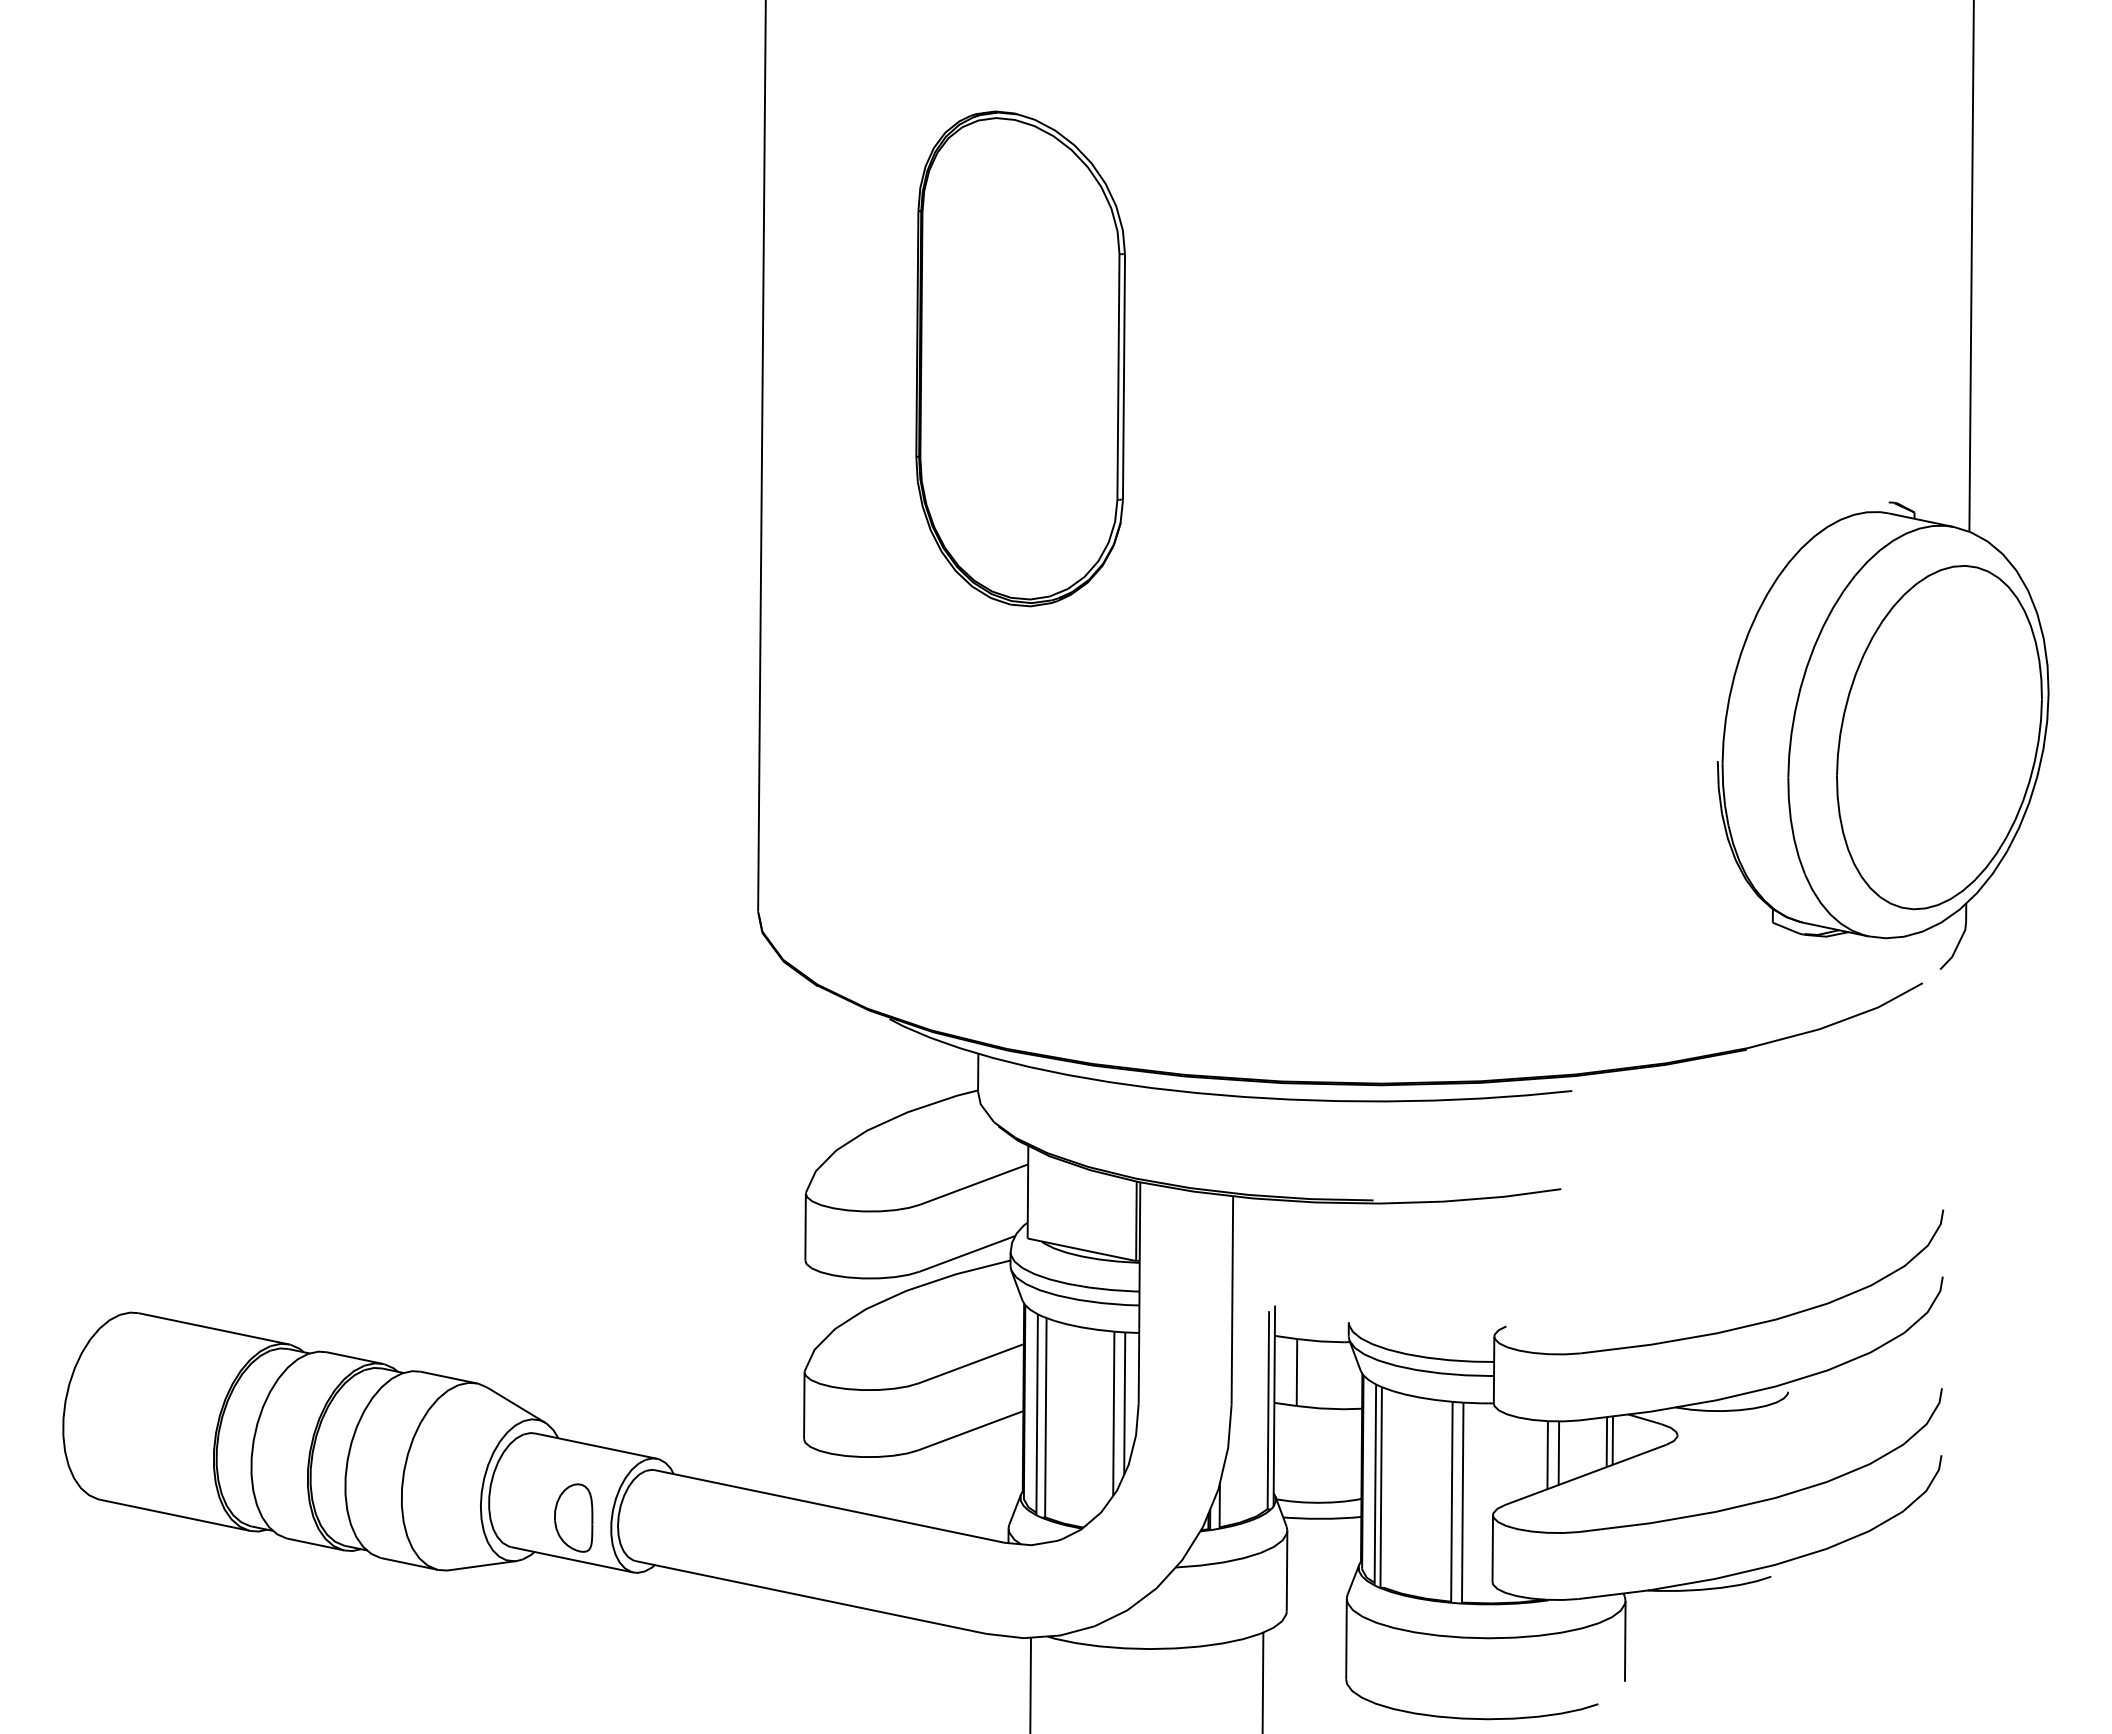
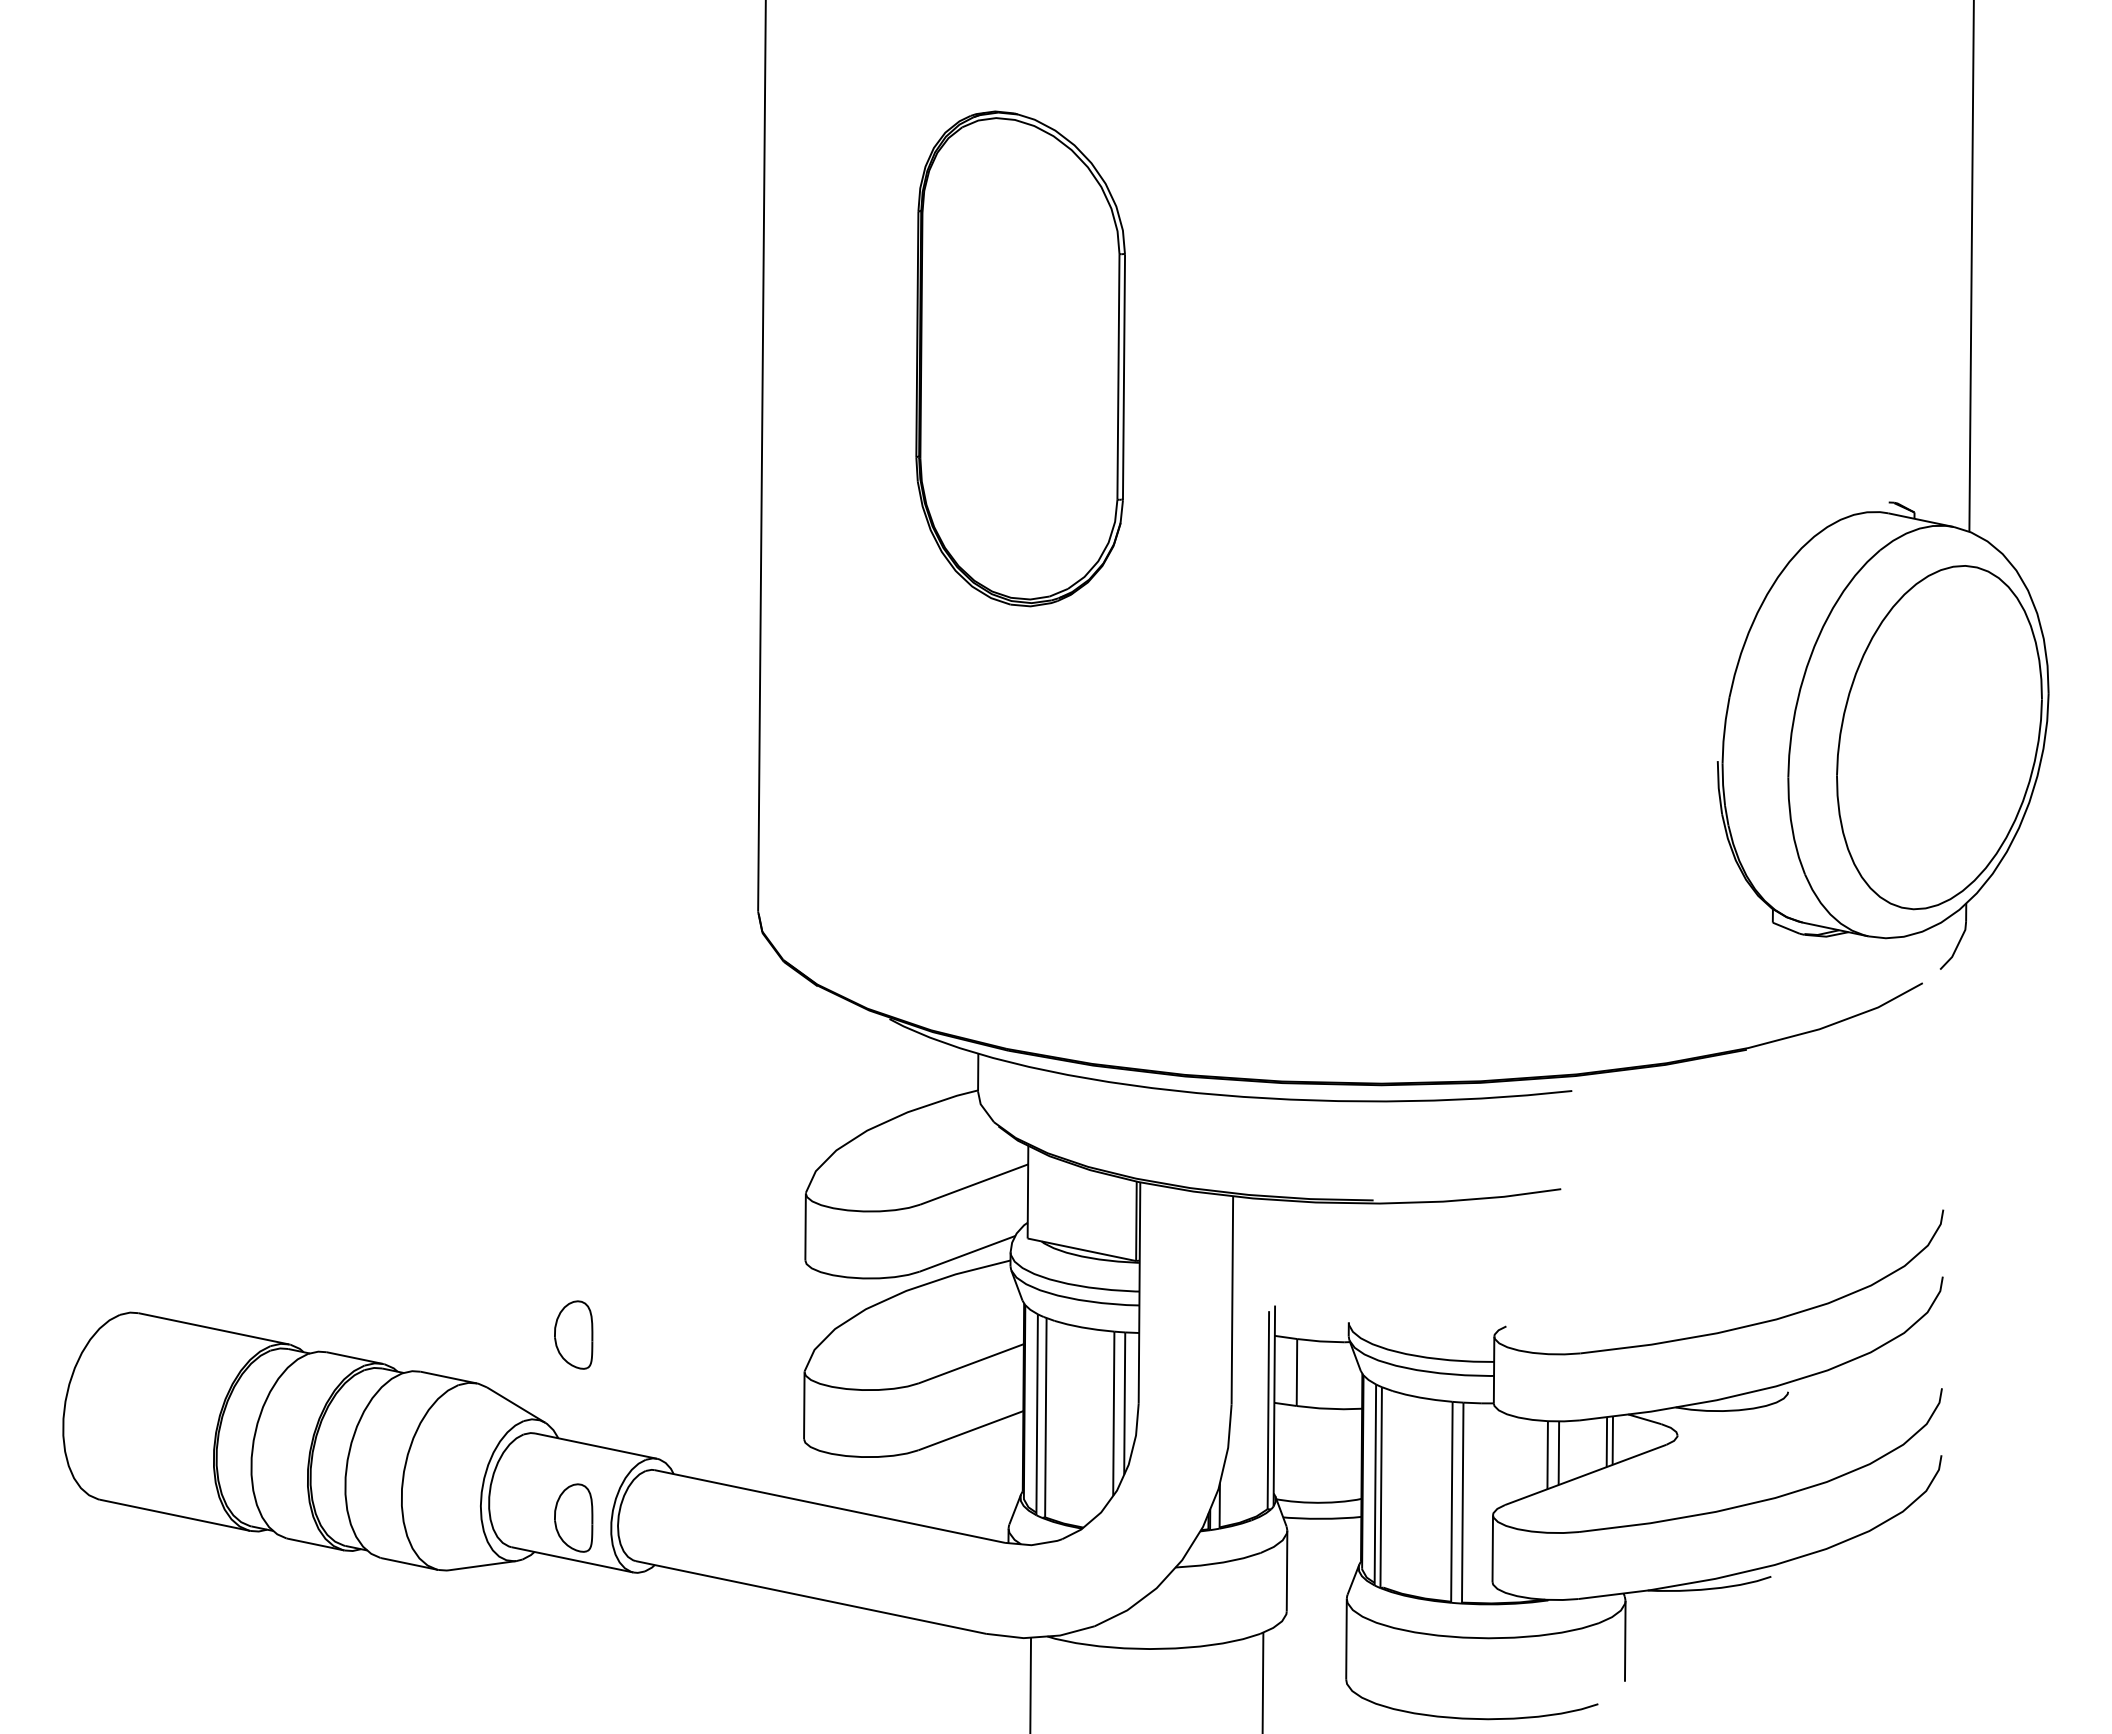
part at (573, 1334): none -> present
